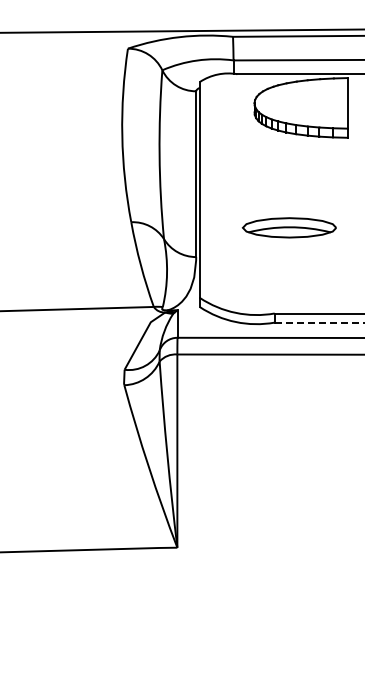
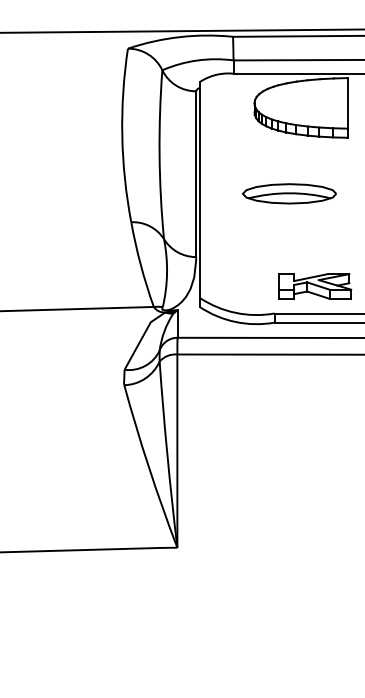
part at (288, 227) position: (288, 227) -> (288, 193)
part at (315, 286): none -> present
line at (319, 322): dashed -> solid
